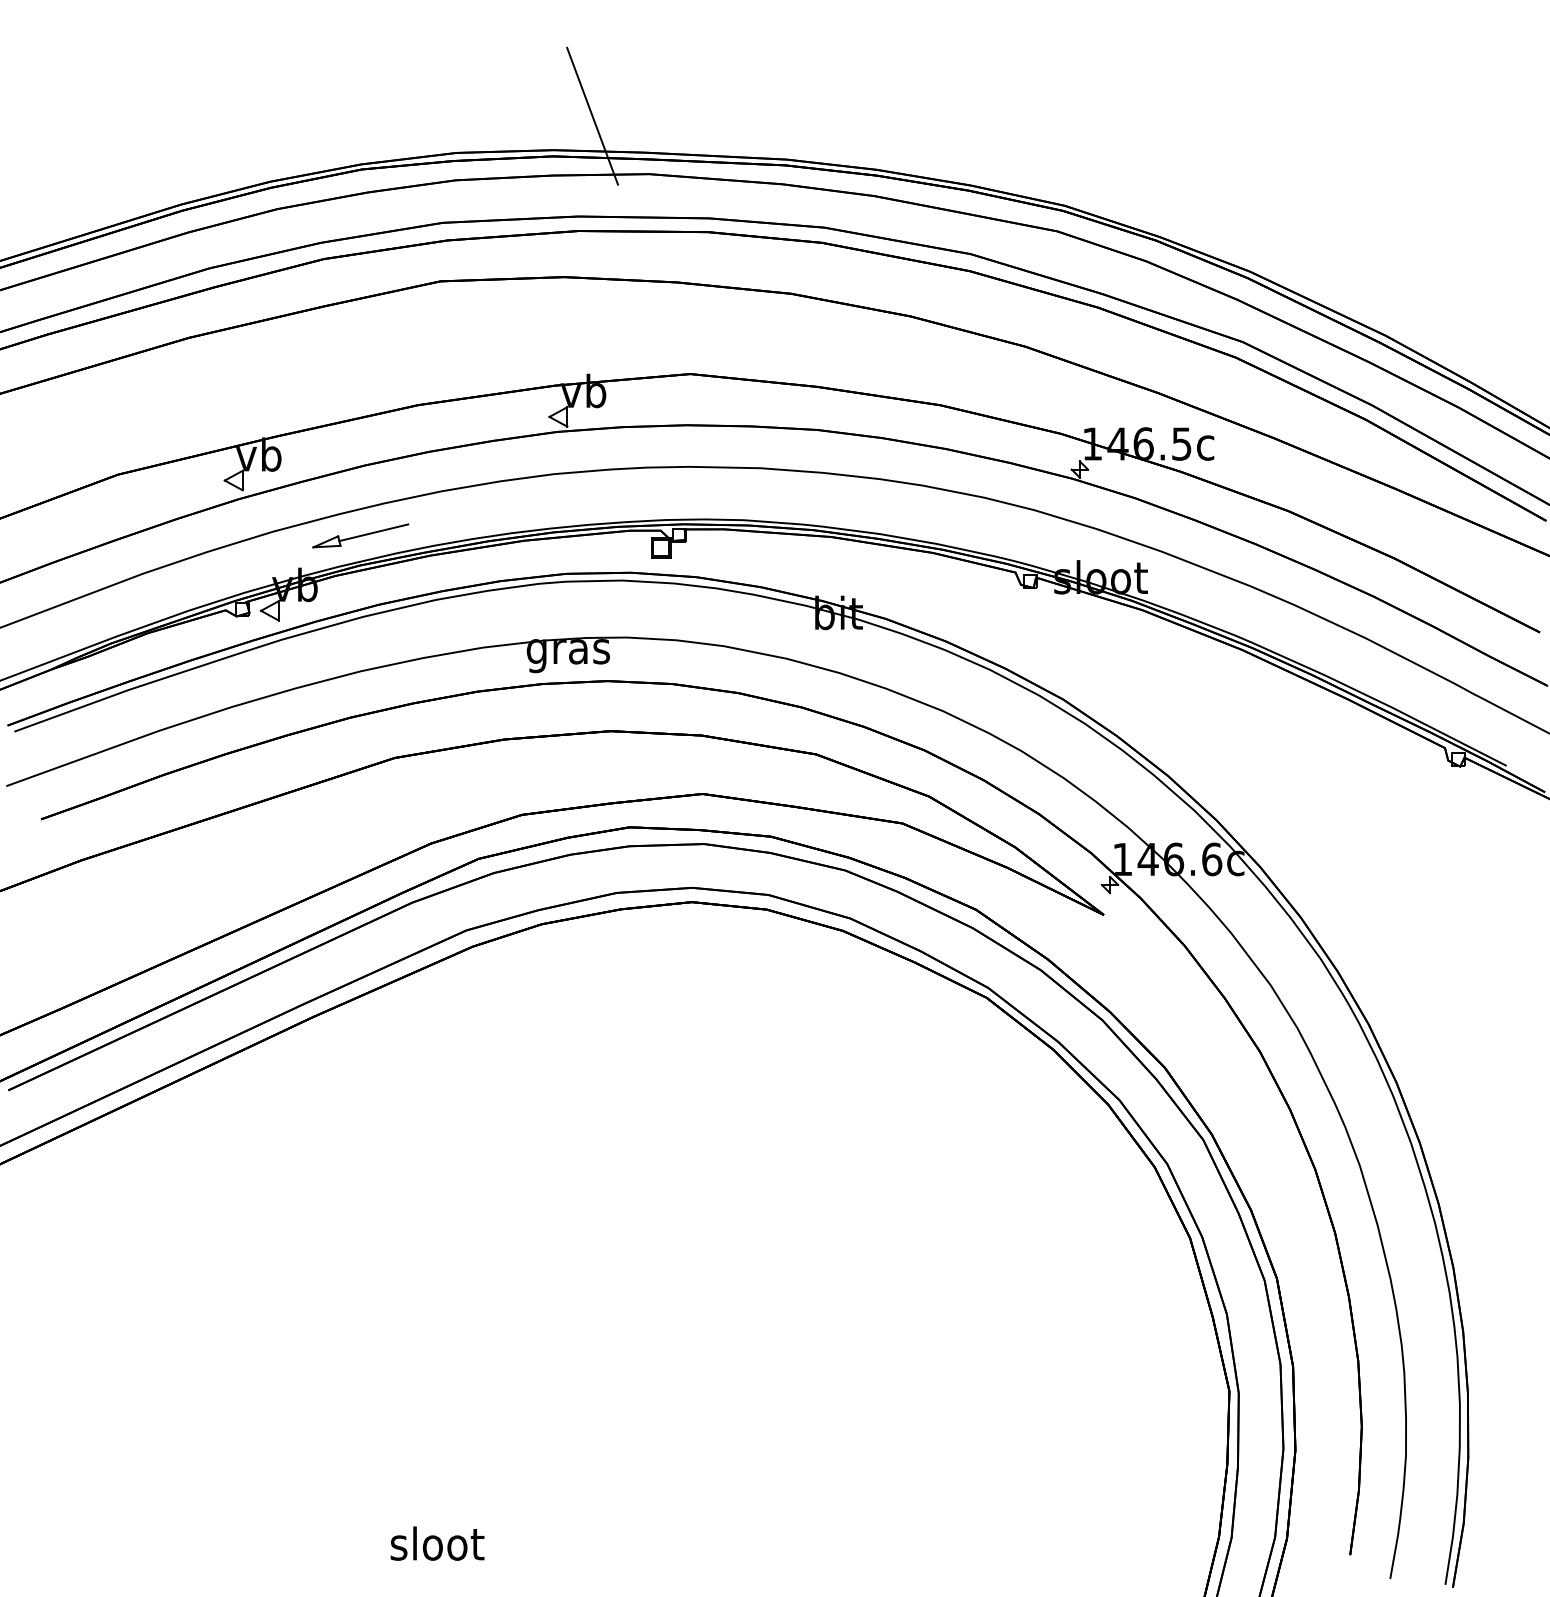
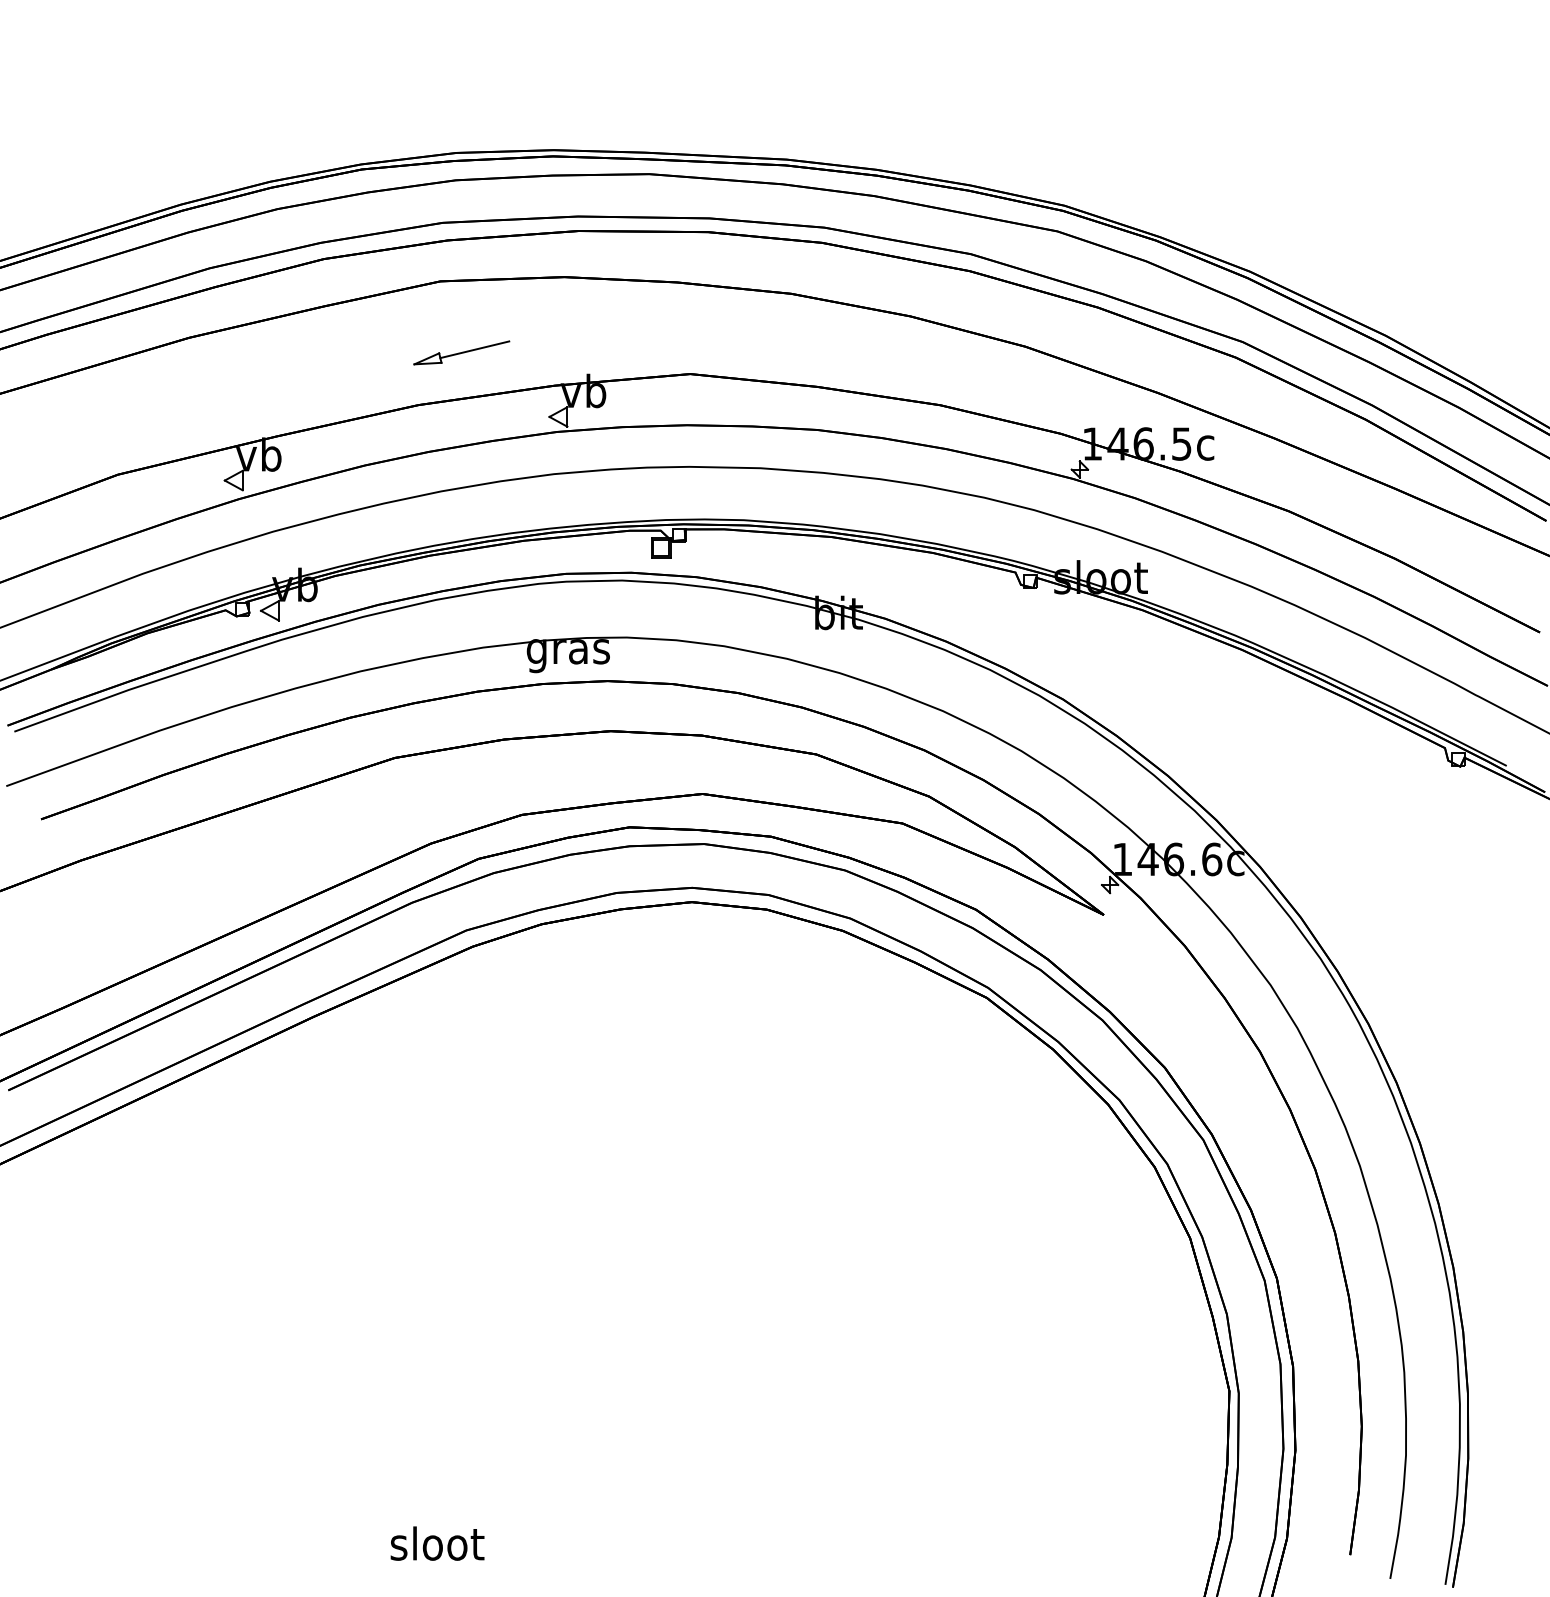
line at (592, 115): present -> none
part at (360, 535) position: (360, 535) -> (461, 352)
